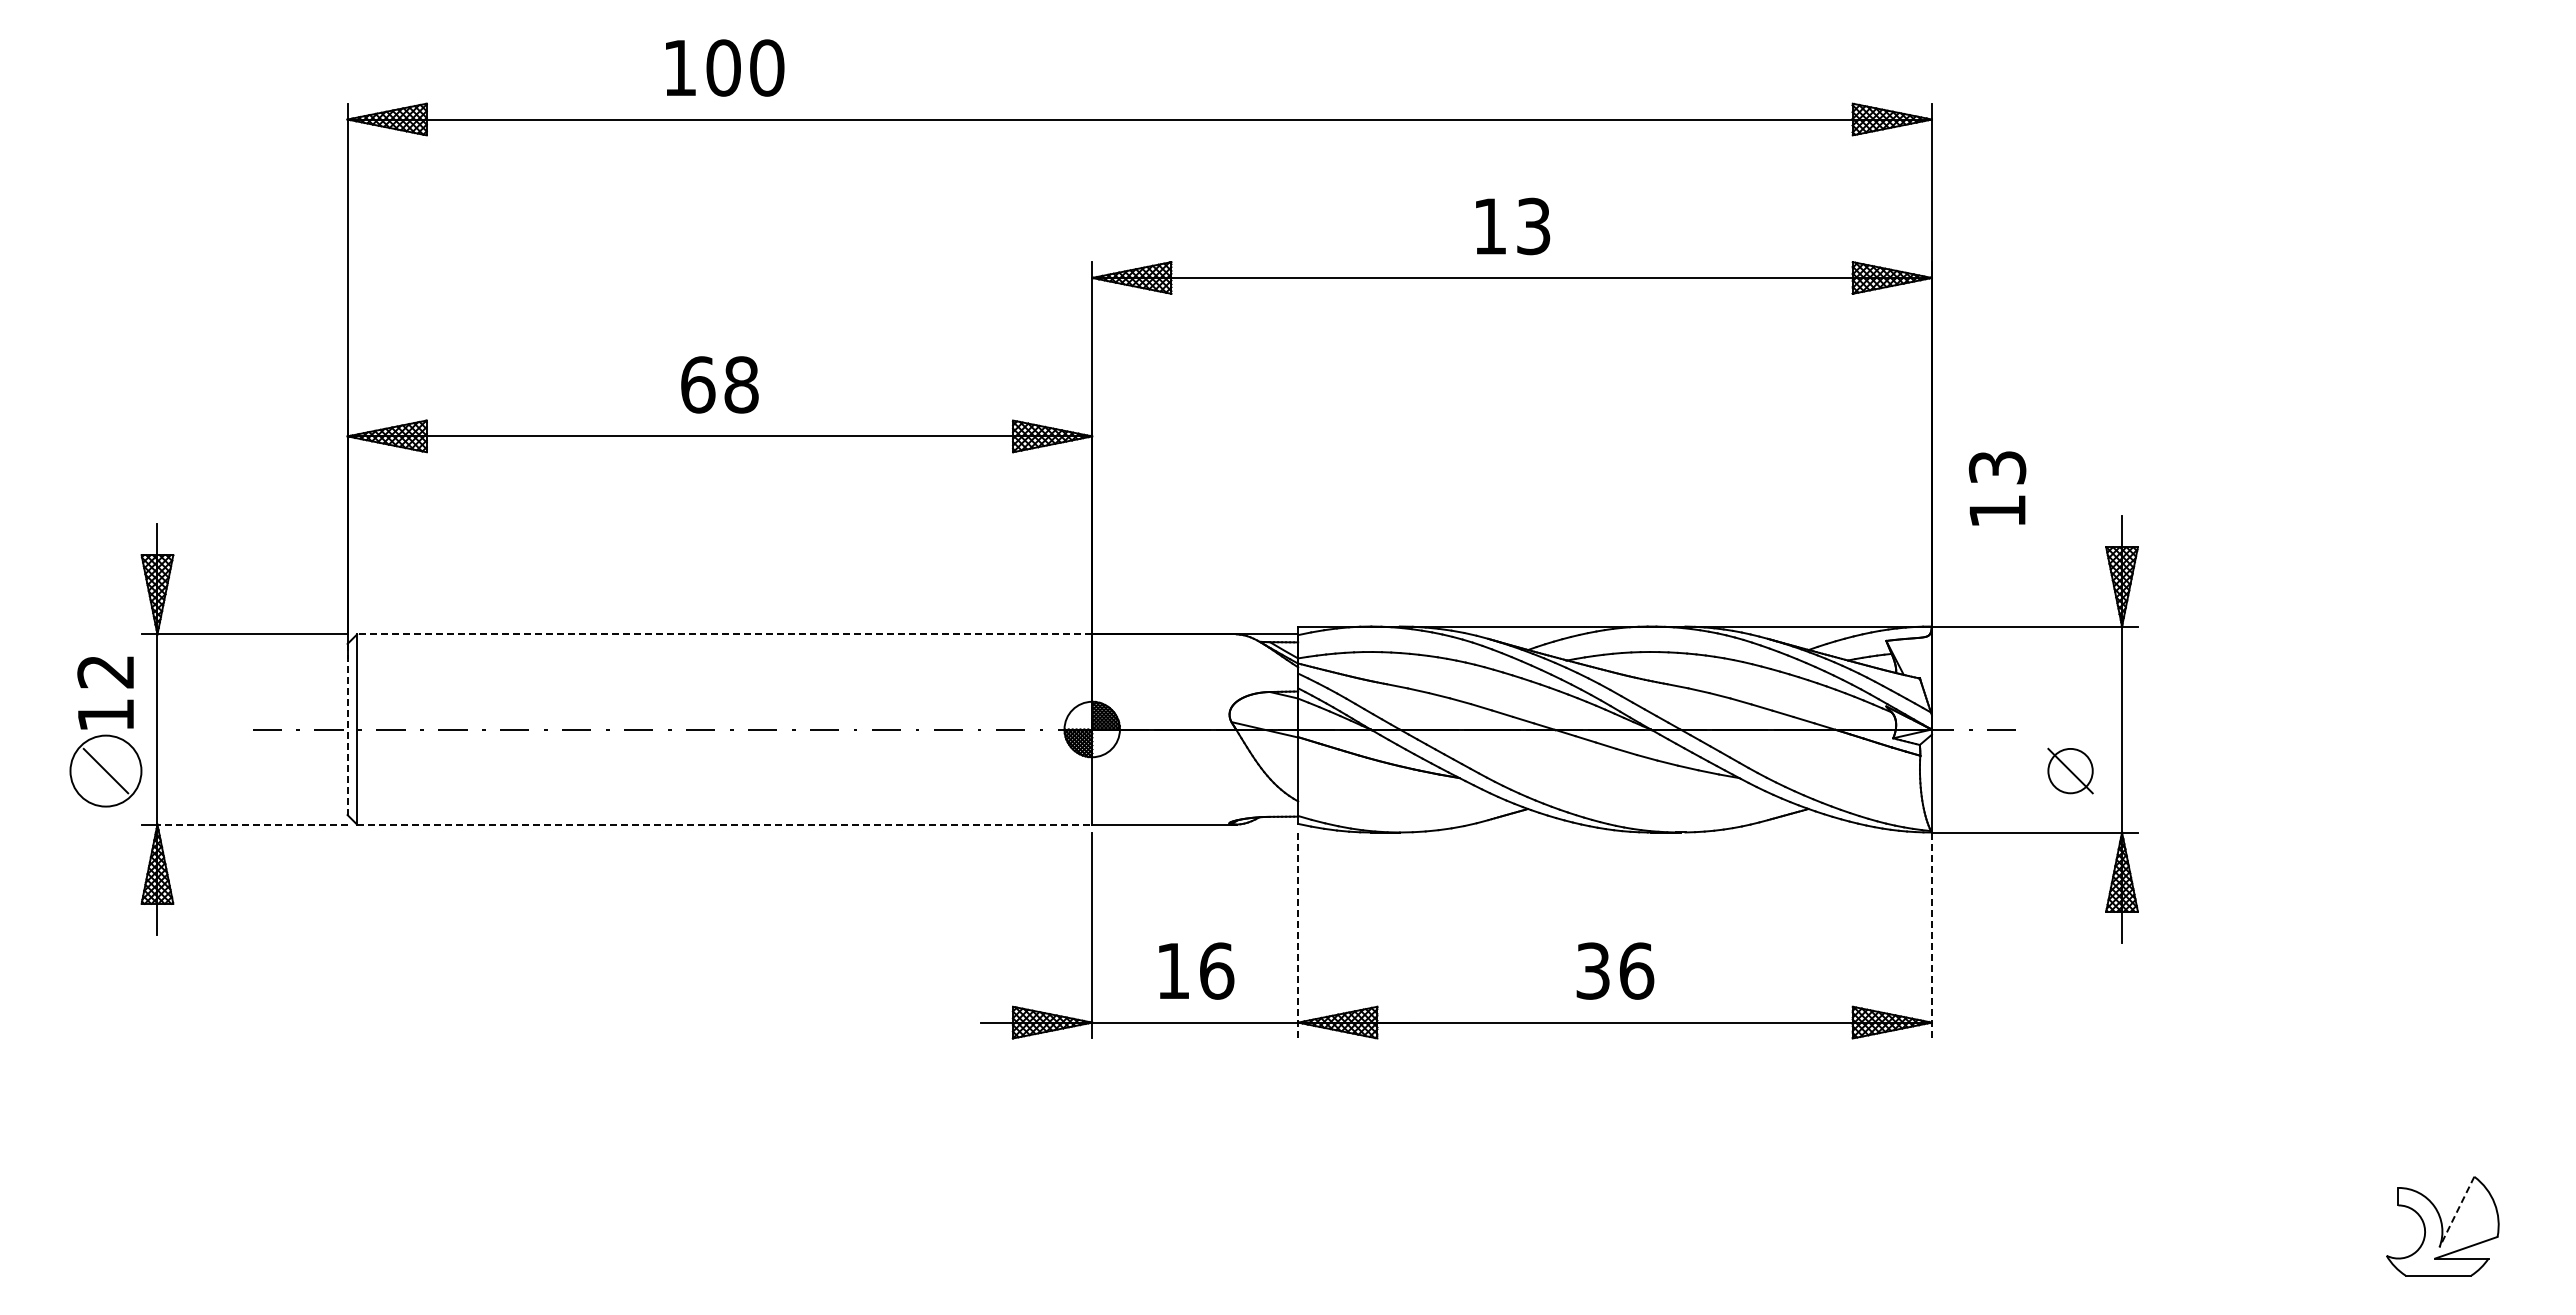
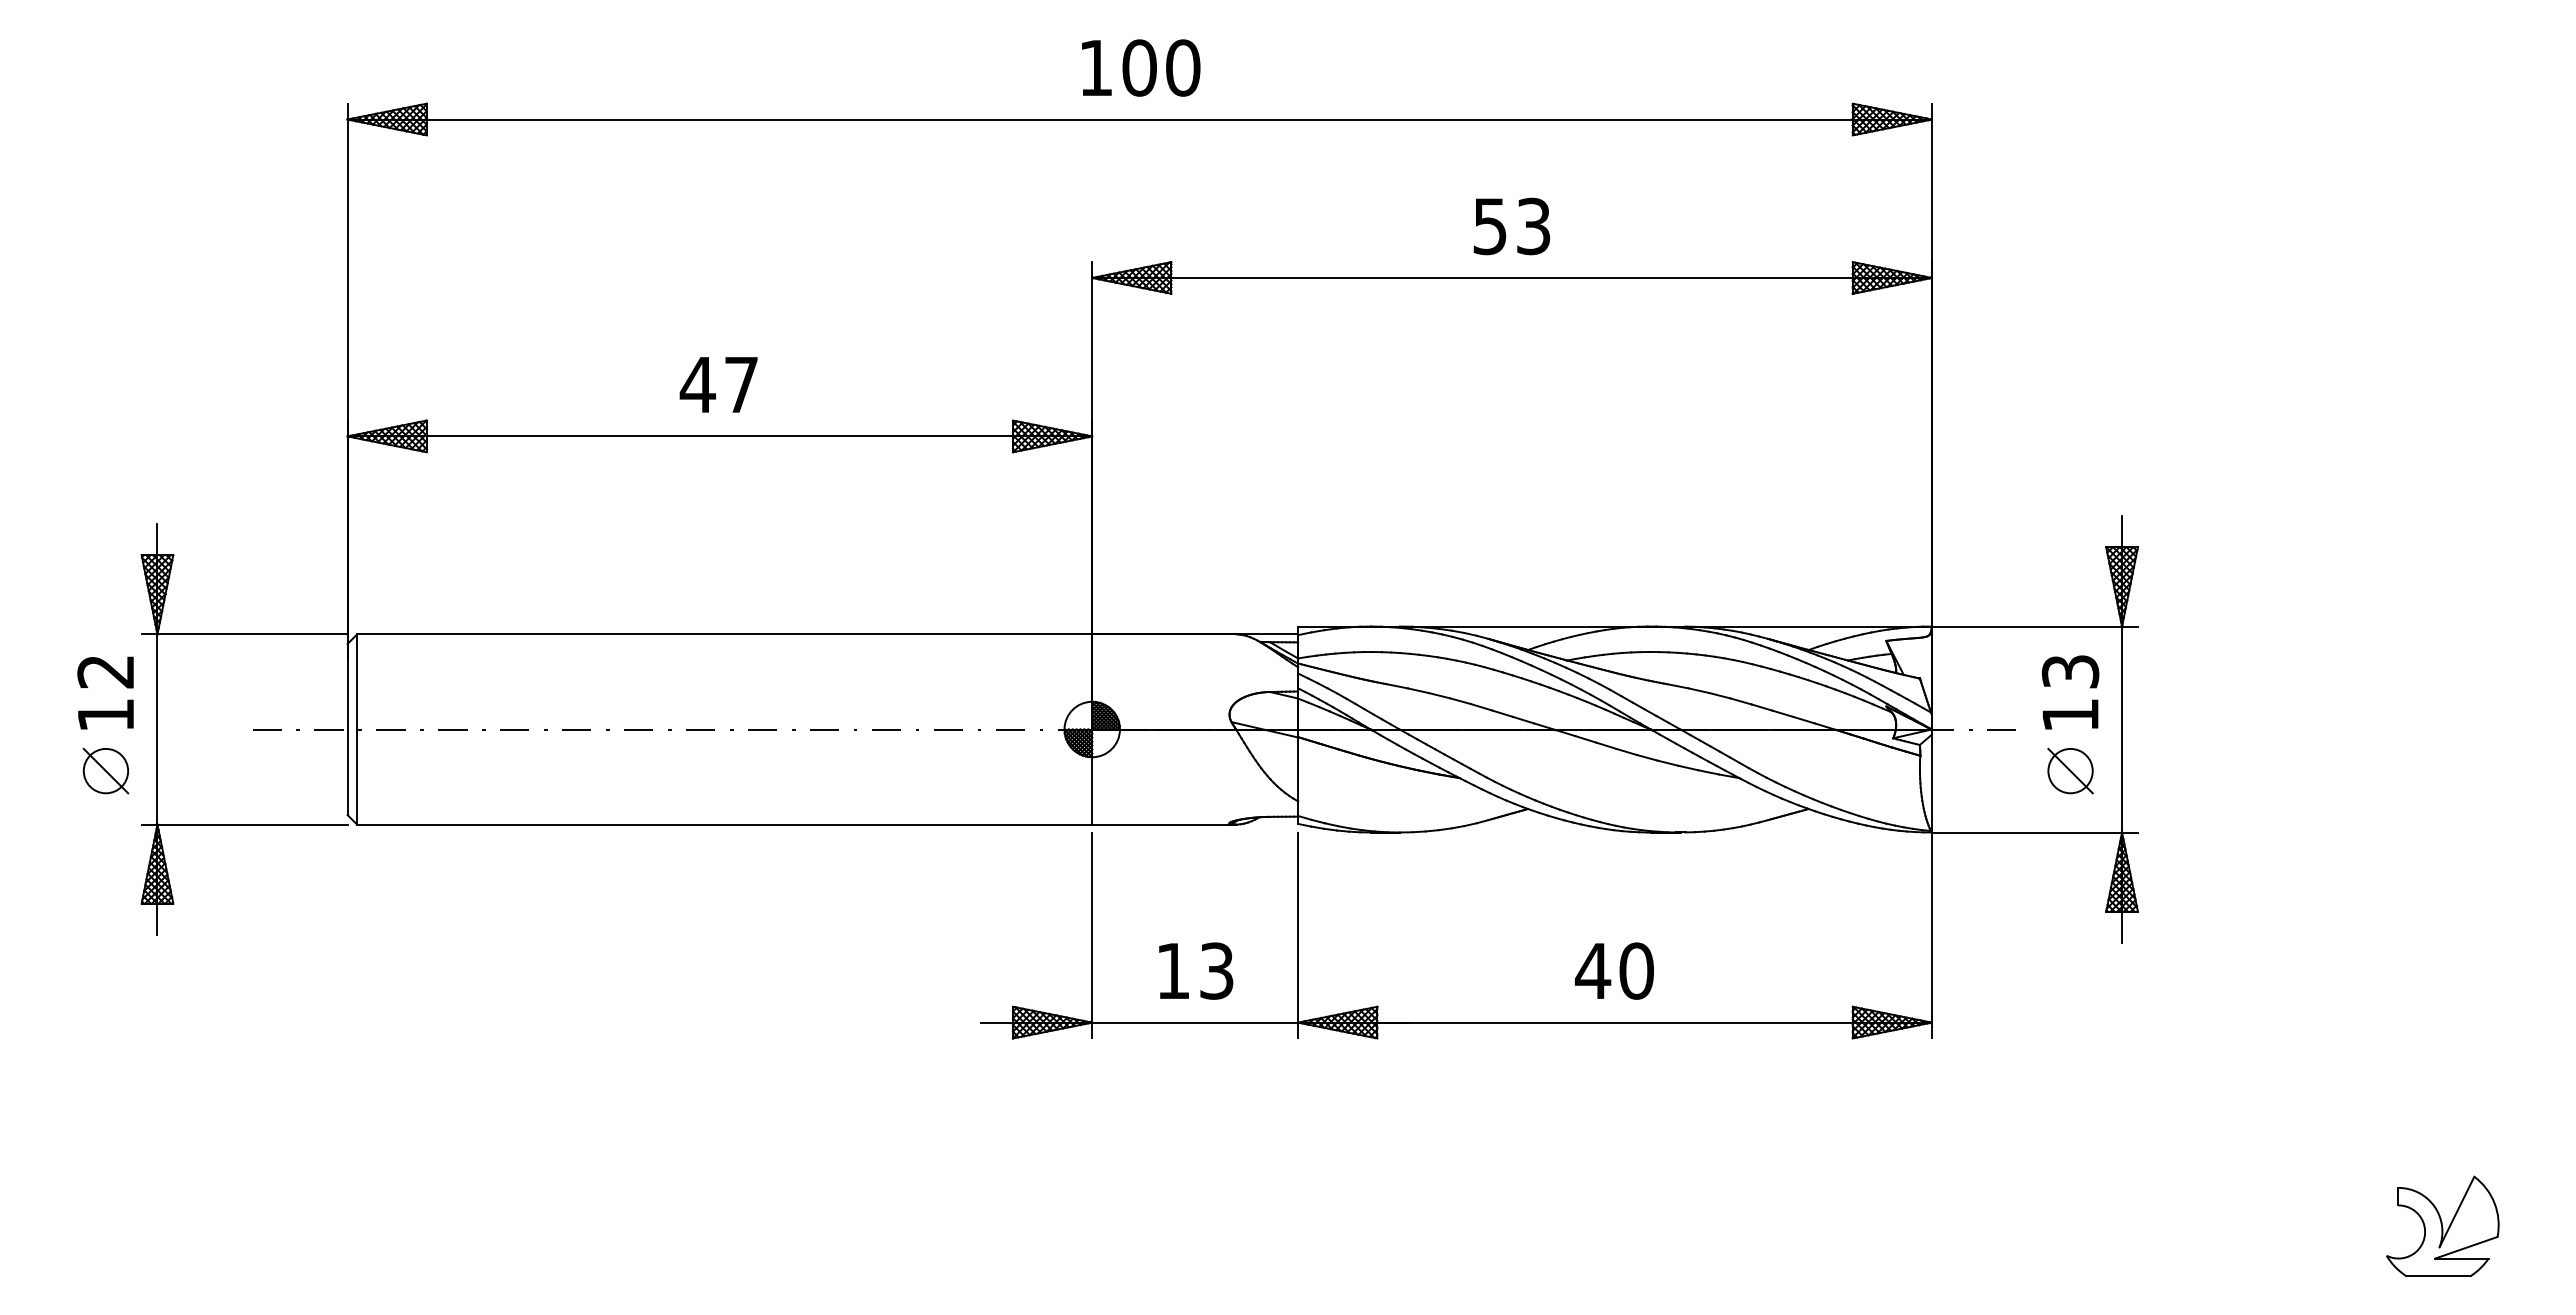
text at (725, 67) position: (725, 67) -> (1141, 67)
text at (1489, 226): 13 -> 53
text at (718, 384): 68 -> 47
text at (1997, 488) position: (1997, 488) -> (2070, 692)
line at (724, 634): dashed -> solid
line at (347, 729): dashed -> solid
circle at (105, 770) diameter: 71 px -> 44 px
line at (252, 824): dashed -> solid
line at (724, 824): dashed -> solid
line at (1298, 935): dashed -> solid
line at (1931, 935): dashed -> solid
text at (1217, 970): 16 -> 13
text at (1614, 970): 36 -> 40
line at (2456, 1212): dashed -> solid
